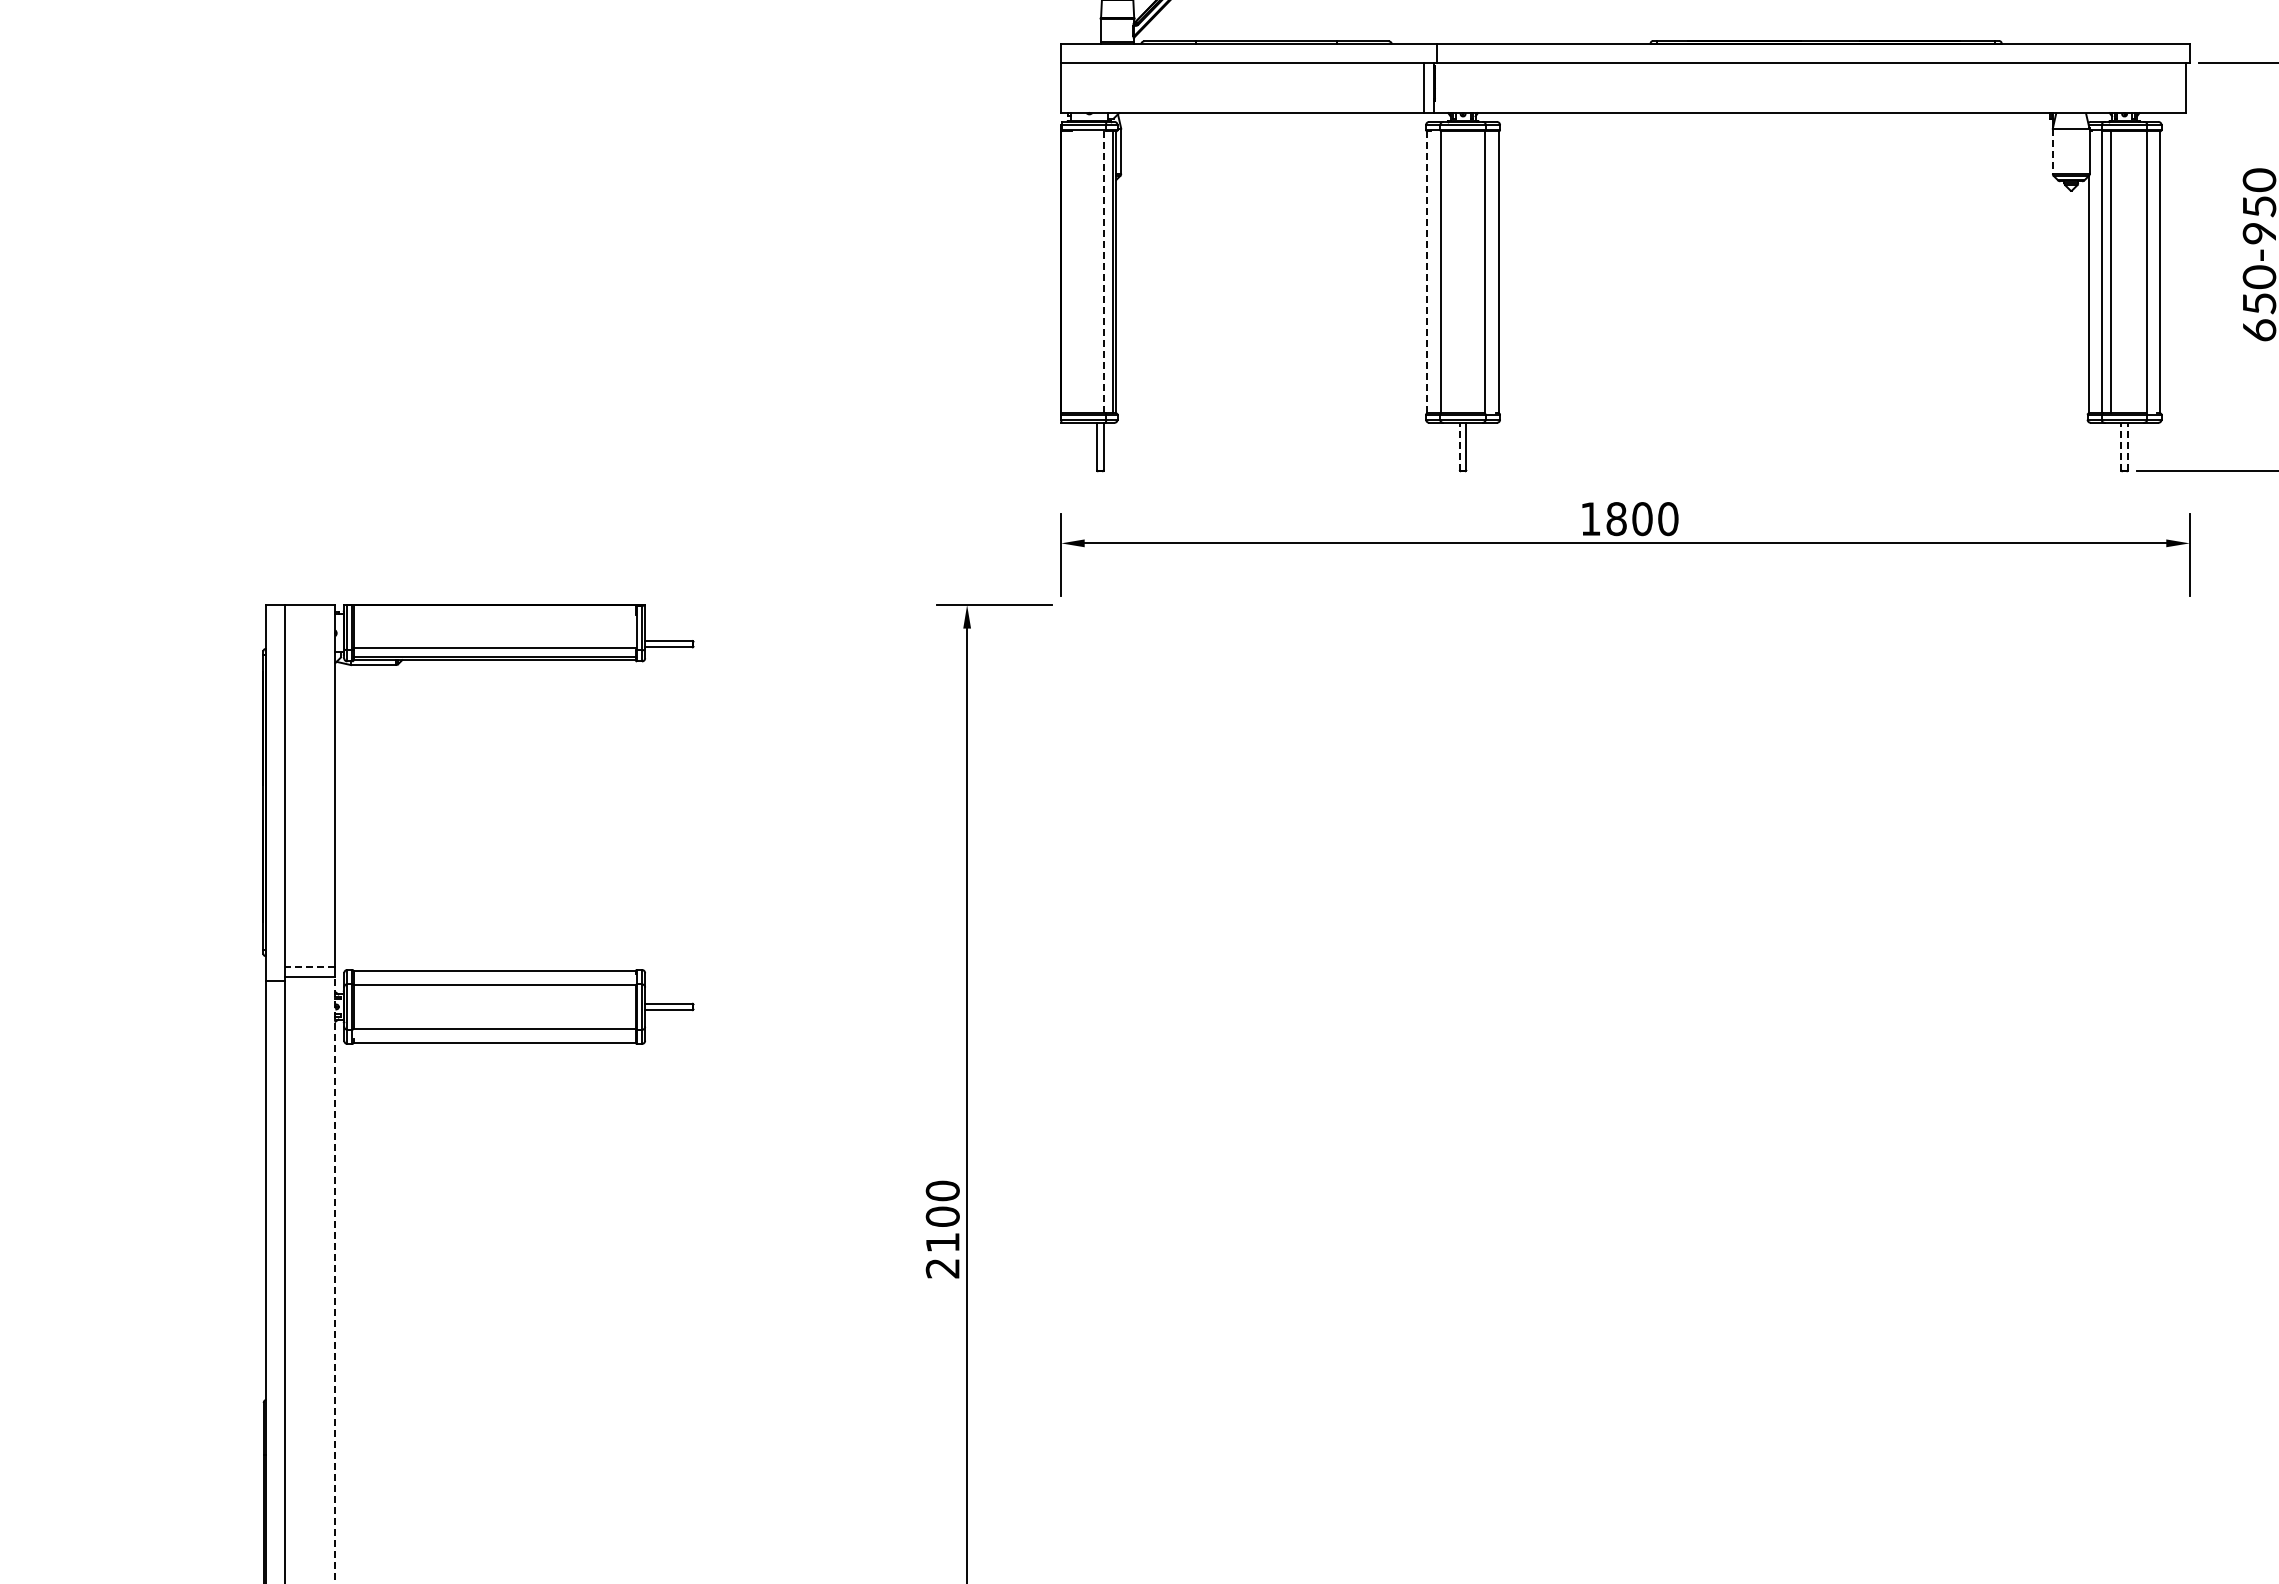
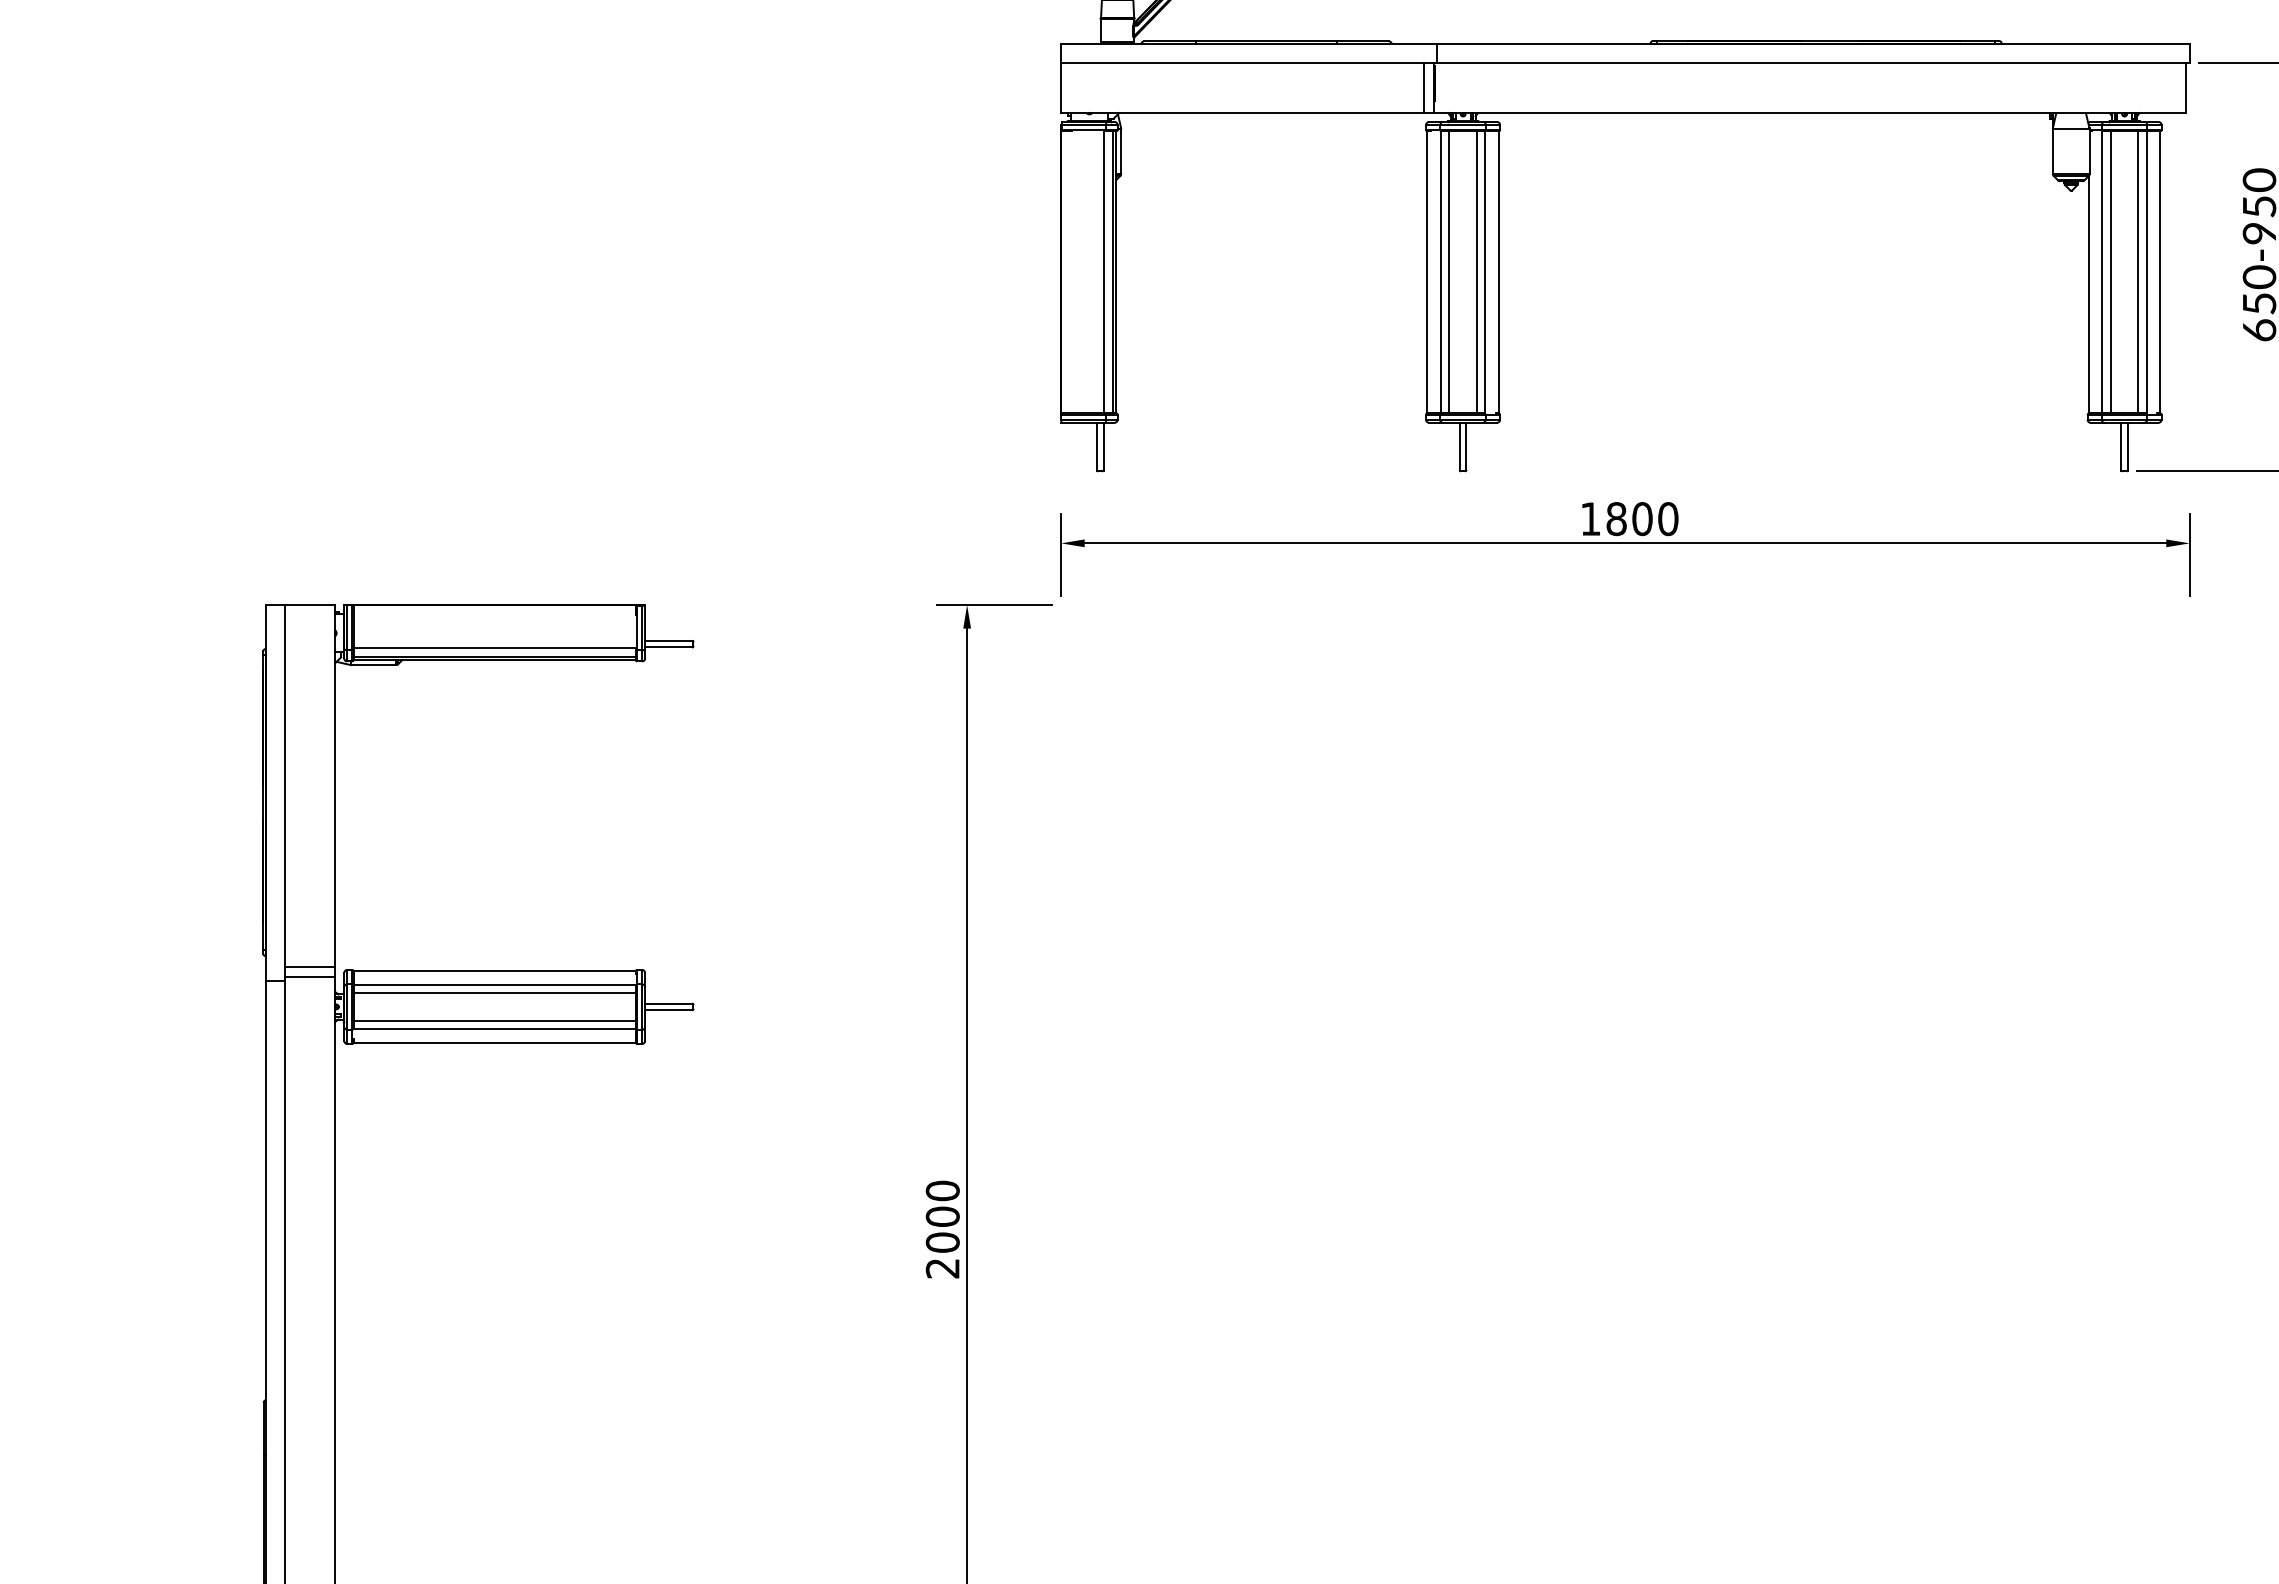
line at (2052, 151): dashed -> solid
line at (1427, 271): dashed -> solid
line at (1104, 272): dashed -> solid
line at (1449, 272): none -> present
line at (1476, 272): none -> present
line at (2138, 272): none -> present
line at (1459, 446): dashed -> solid
line at (2121, 446): dashed -> solid
line at (2127, 446): dashed -> solid
line at (309, 967): dashed -> solid
line at (494, 993): none -> present
line at (494, 1020): none -> present
text at (942, 1242): 2100 -> 2000
line at (335, 1280): dashed -> solid
